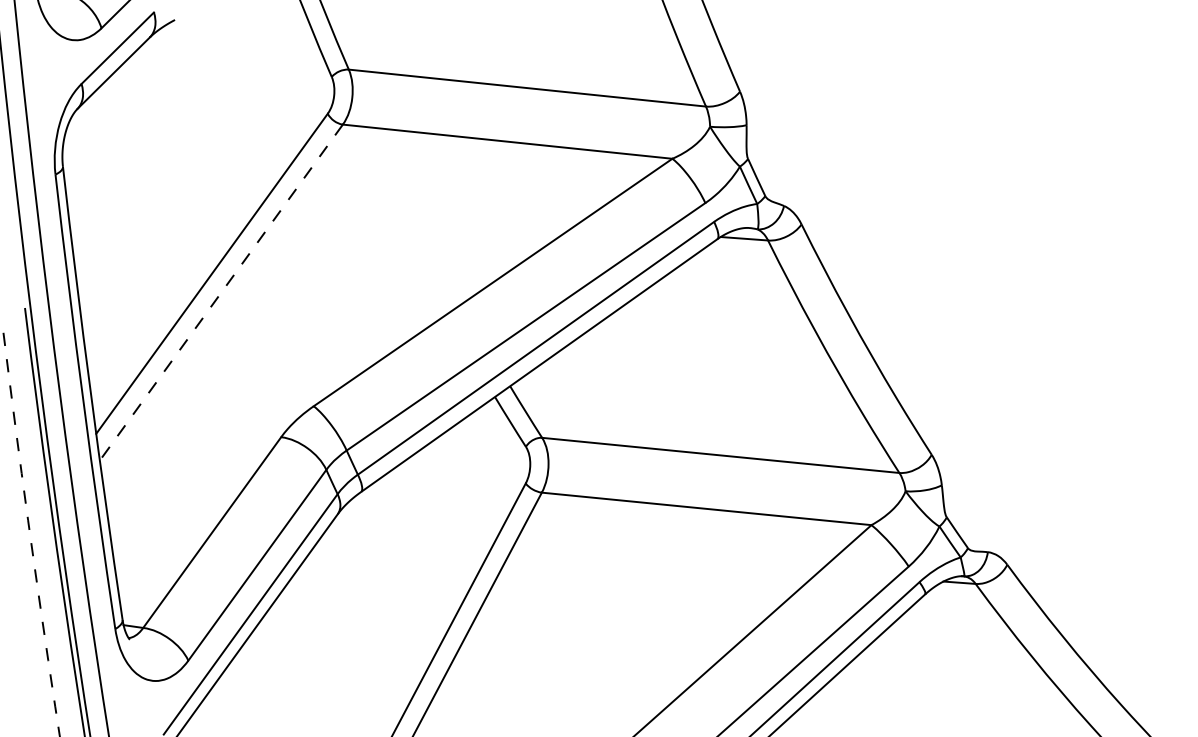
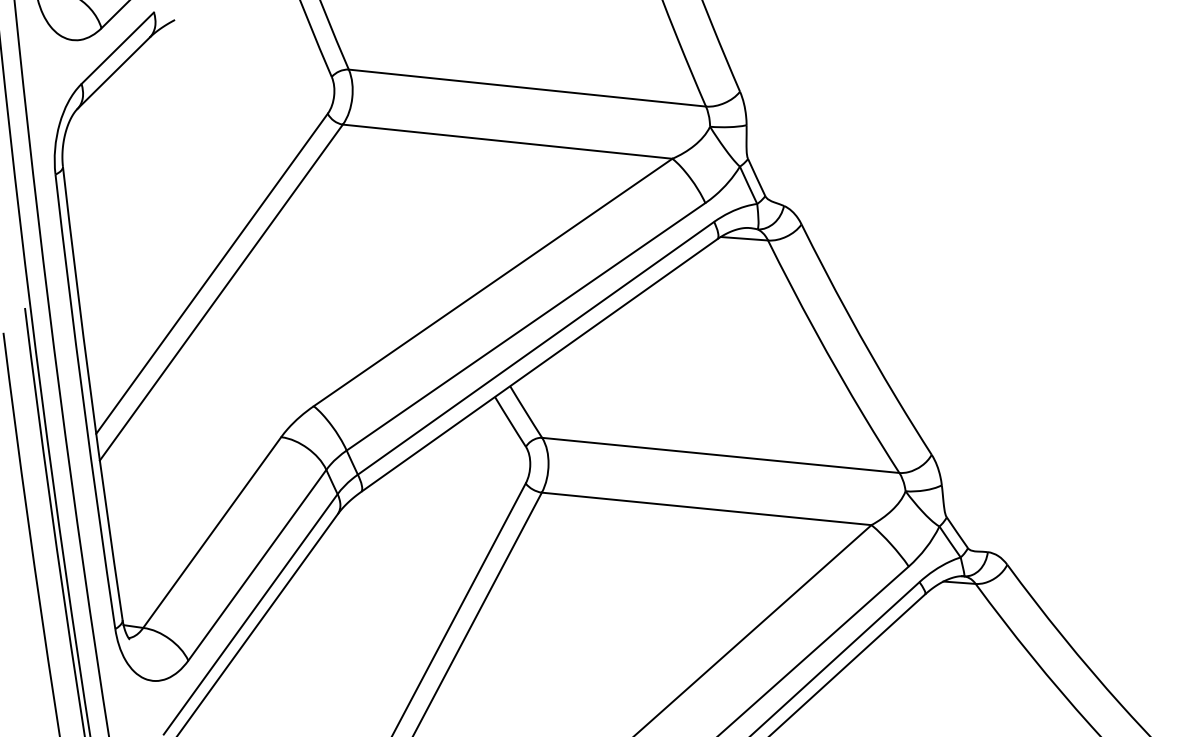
line at (221, 292): dashed -> solid
arc at (30, 534): dashed -> solid
